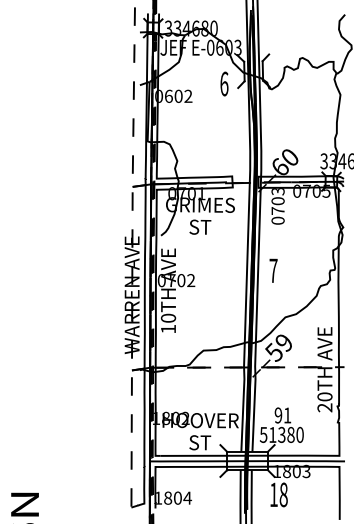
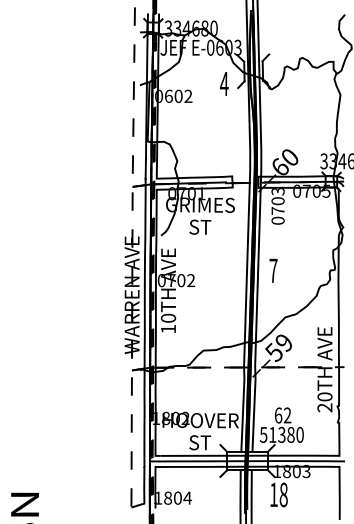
text at (223, 83): 6 -> 4
text at (282, 415): 91 -> 62
